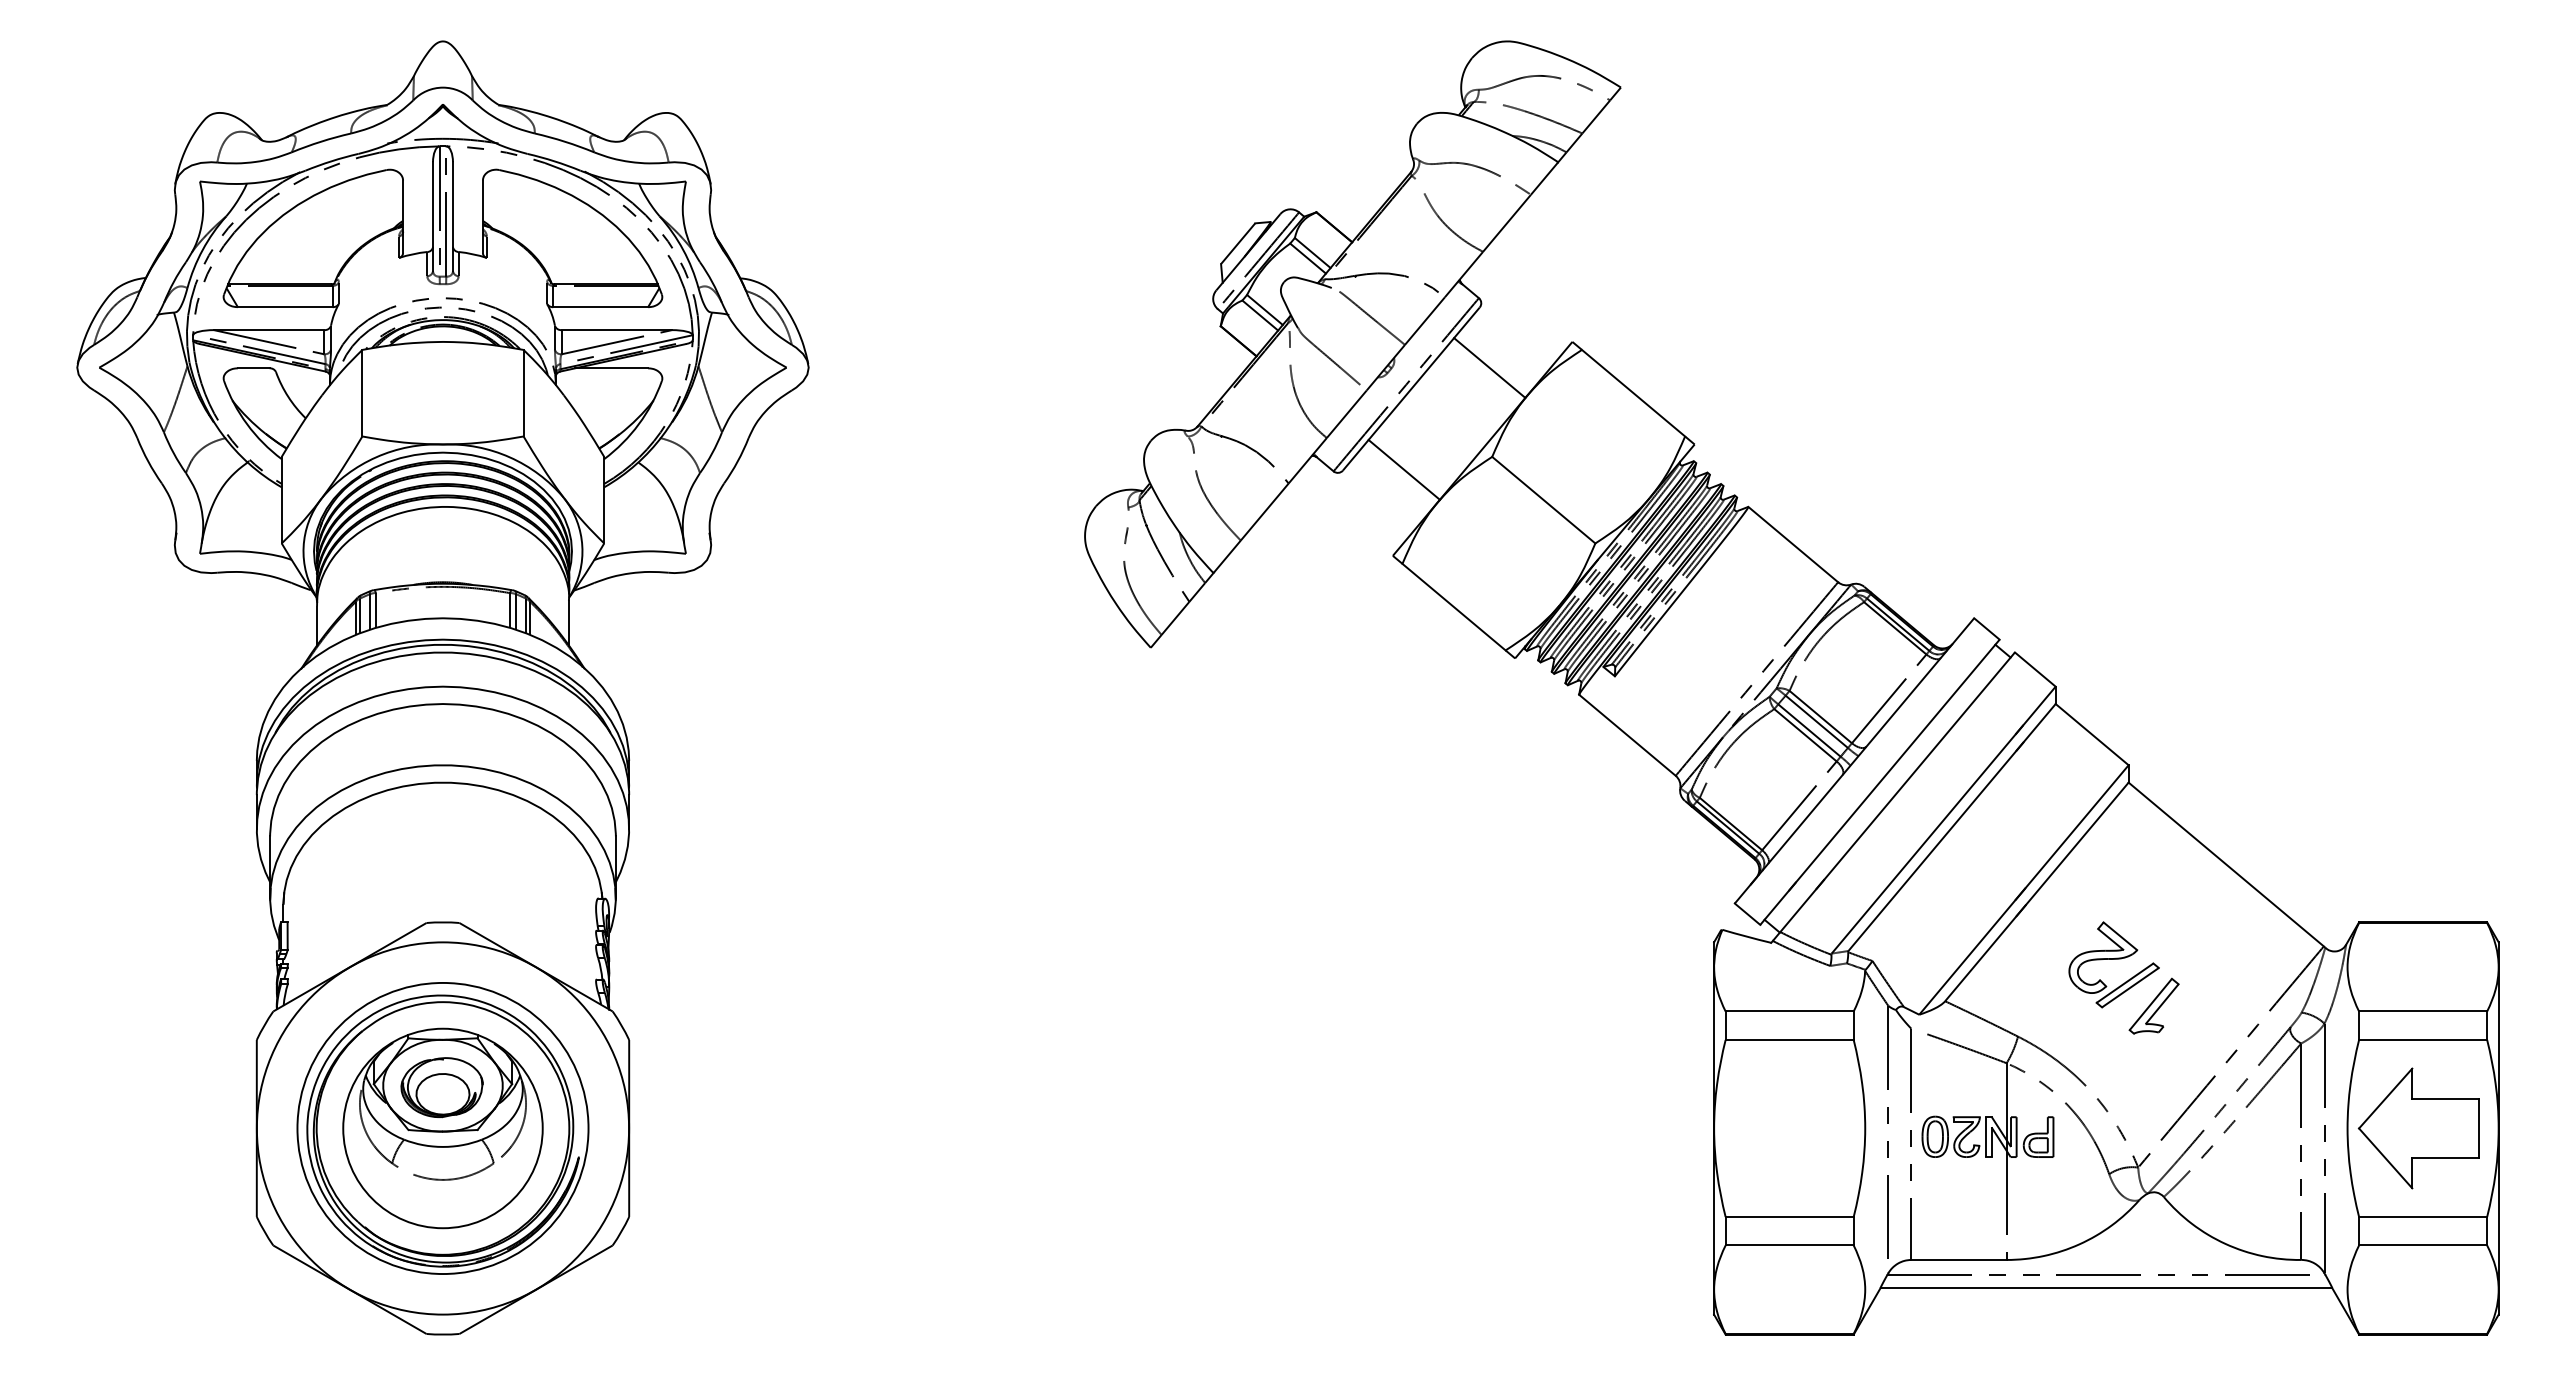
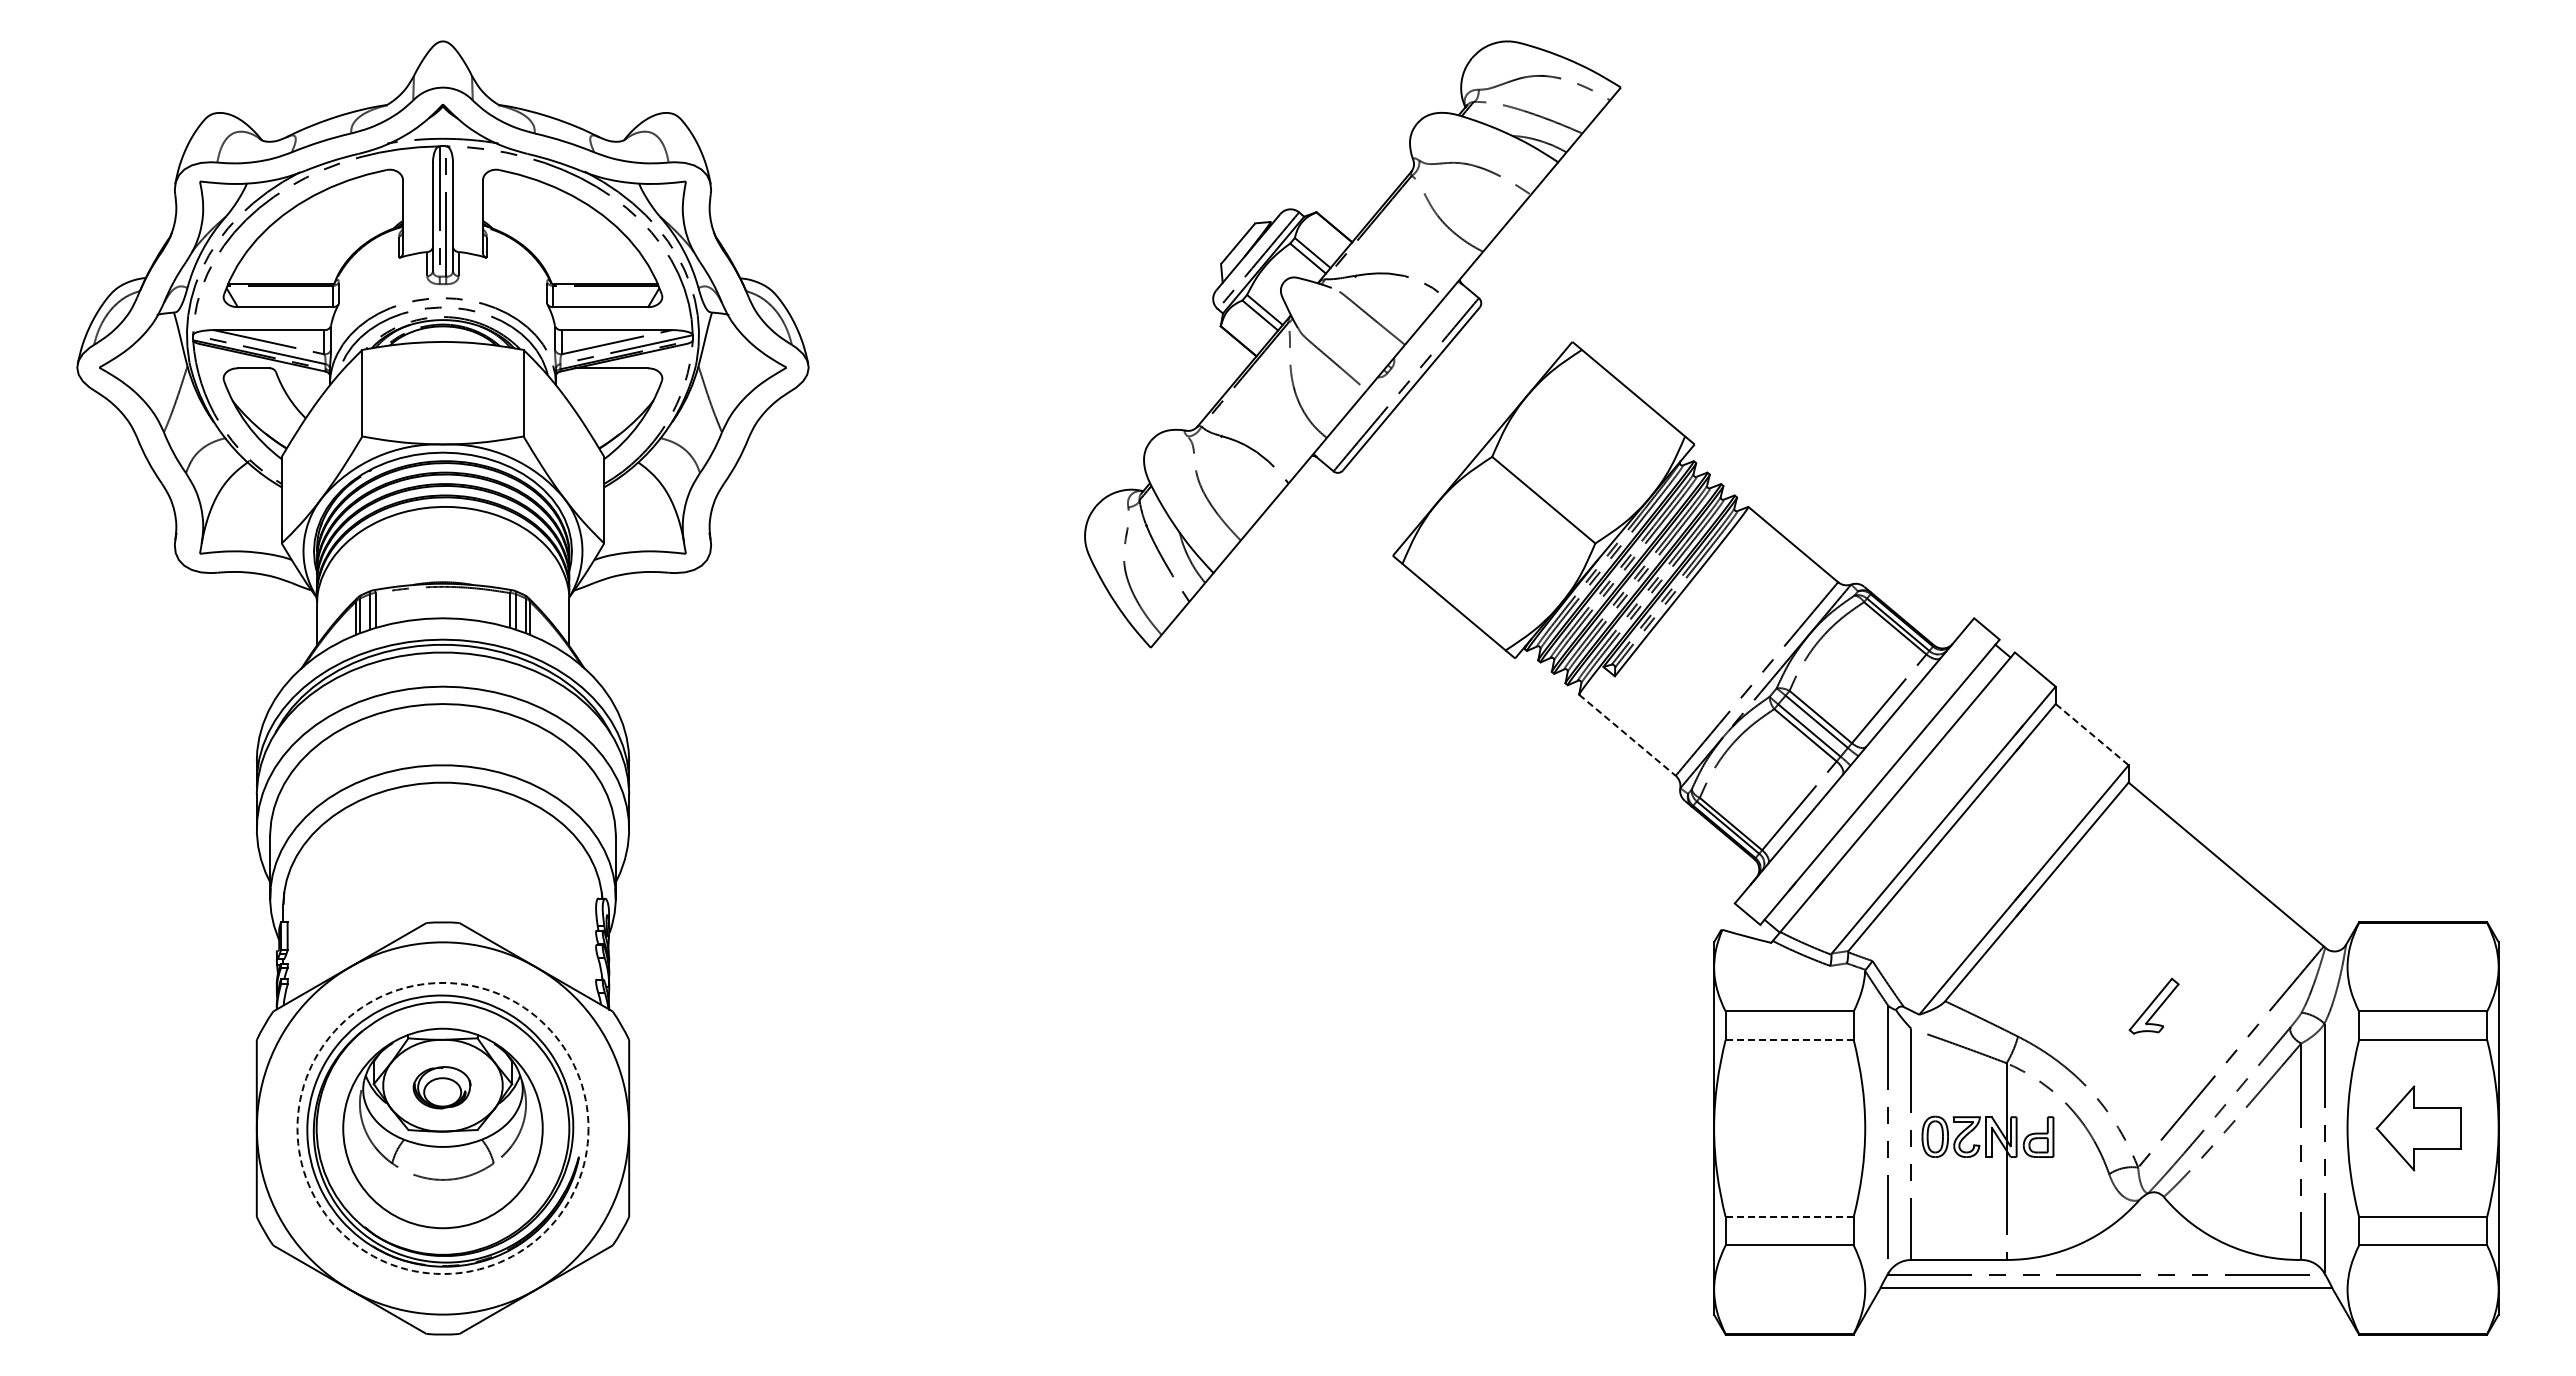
line at (1489, 367): present -> none
line at (1403, 469): present -> none
line at (2092, 734): solid -> dashed
line at (1627, 735): solid -> dashed
part at (2113, 964): present -> none
line at (1790, 1040): solid -> dashed
part at (441, 1087) size: 84x62 px -> 60x44 px
circle at (442, 1128): solid -> dashed
part at (2418, 1128) size: 123x123 px -> 87x87 px
line at (1789, 1216): solid -> dashed
